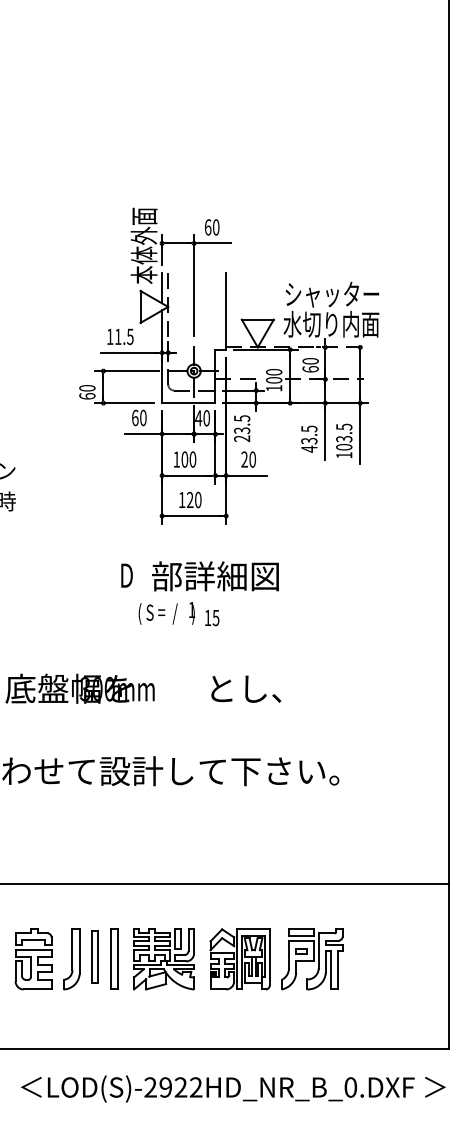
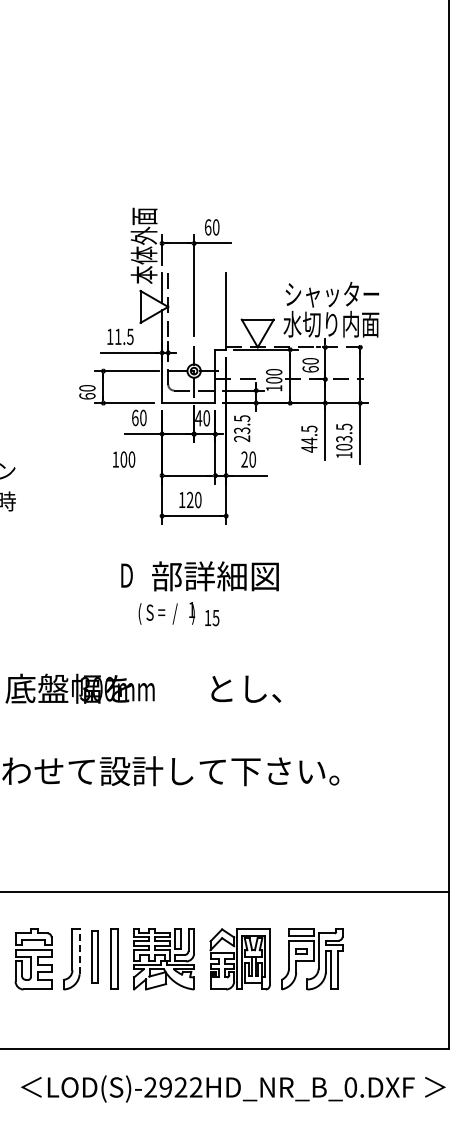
text at (309, 440): 43.5 -> 44.5
text at (185, 459) position: (185, 459) -> (124, 459)
line at (225, 883) position: (225, 883) -> (225, 891)
line at (79, 951): solid -> dashed
